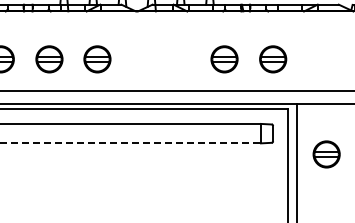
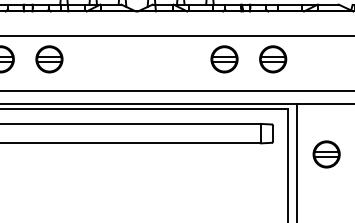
line at (176, 35): none -> present
part at (97, 59): present -> none
line at (131, 143): dashed -> solid
